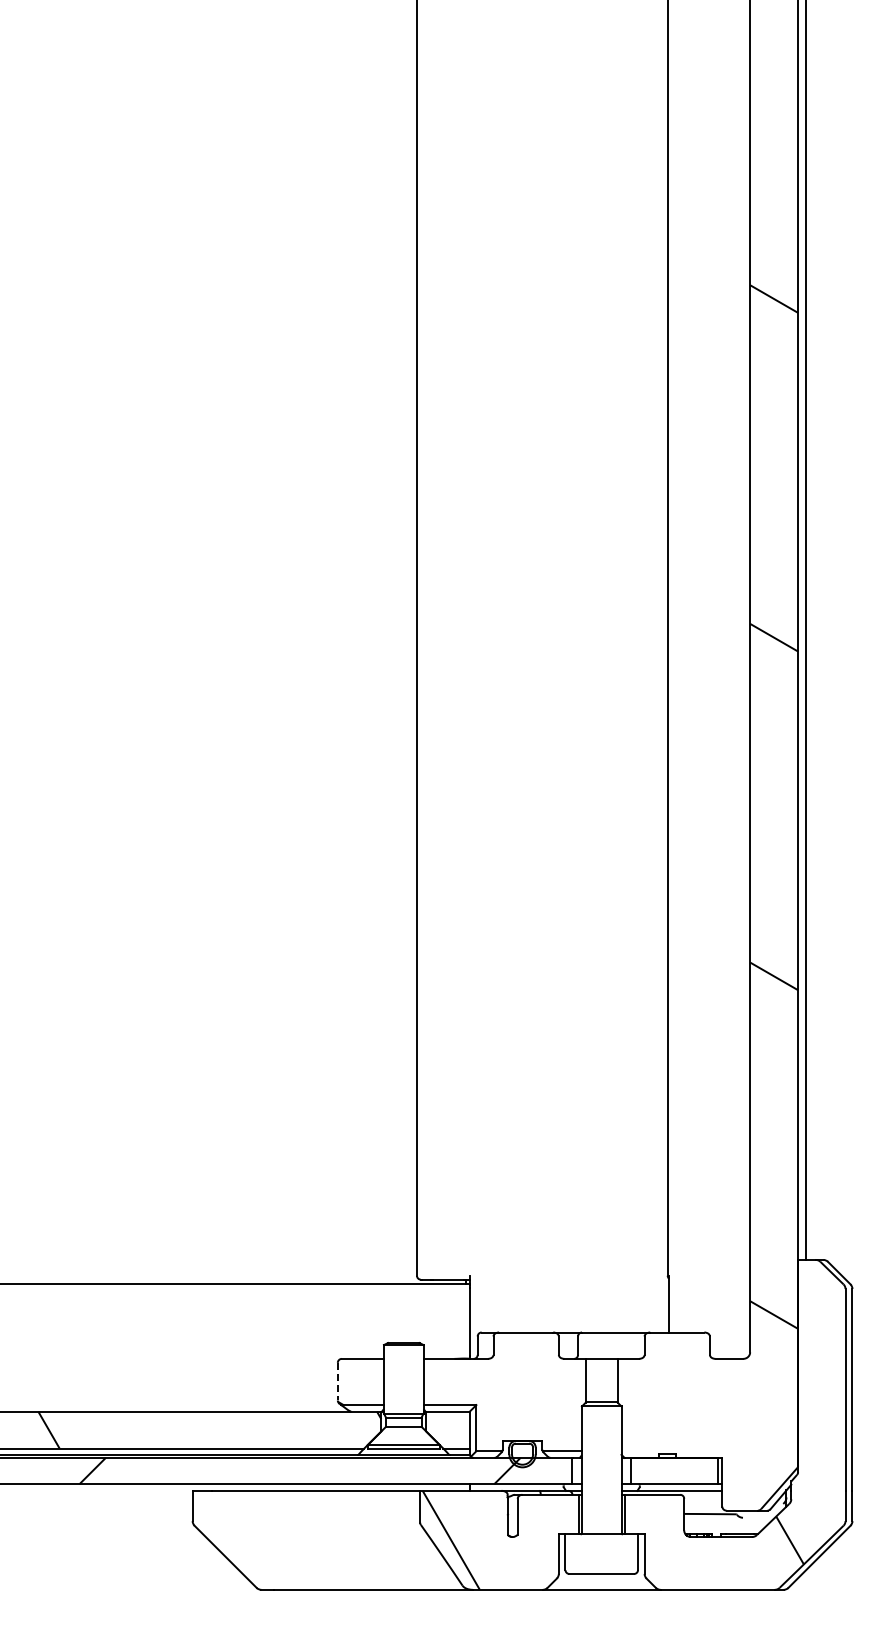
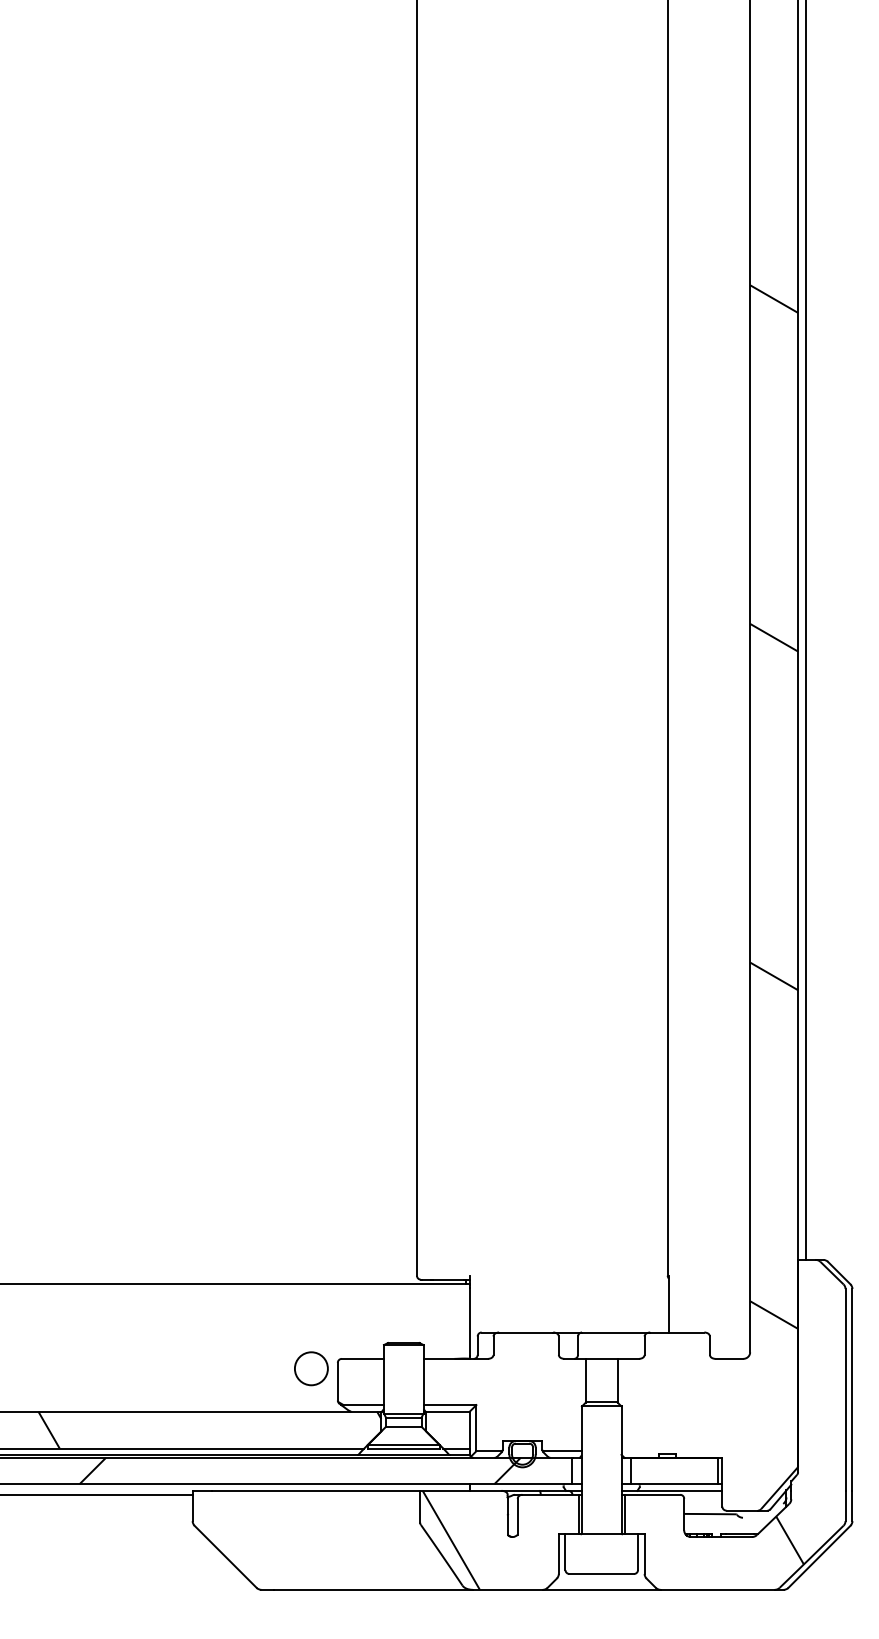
circle at (311, 1368): none -> present
line at (337, 1381): dashed -> solid
line at (97, 1494): none -> present
